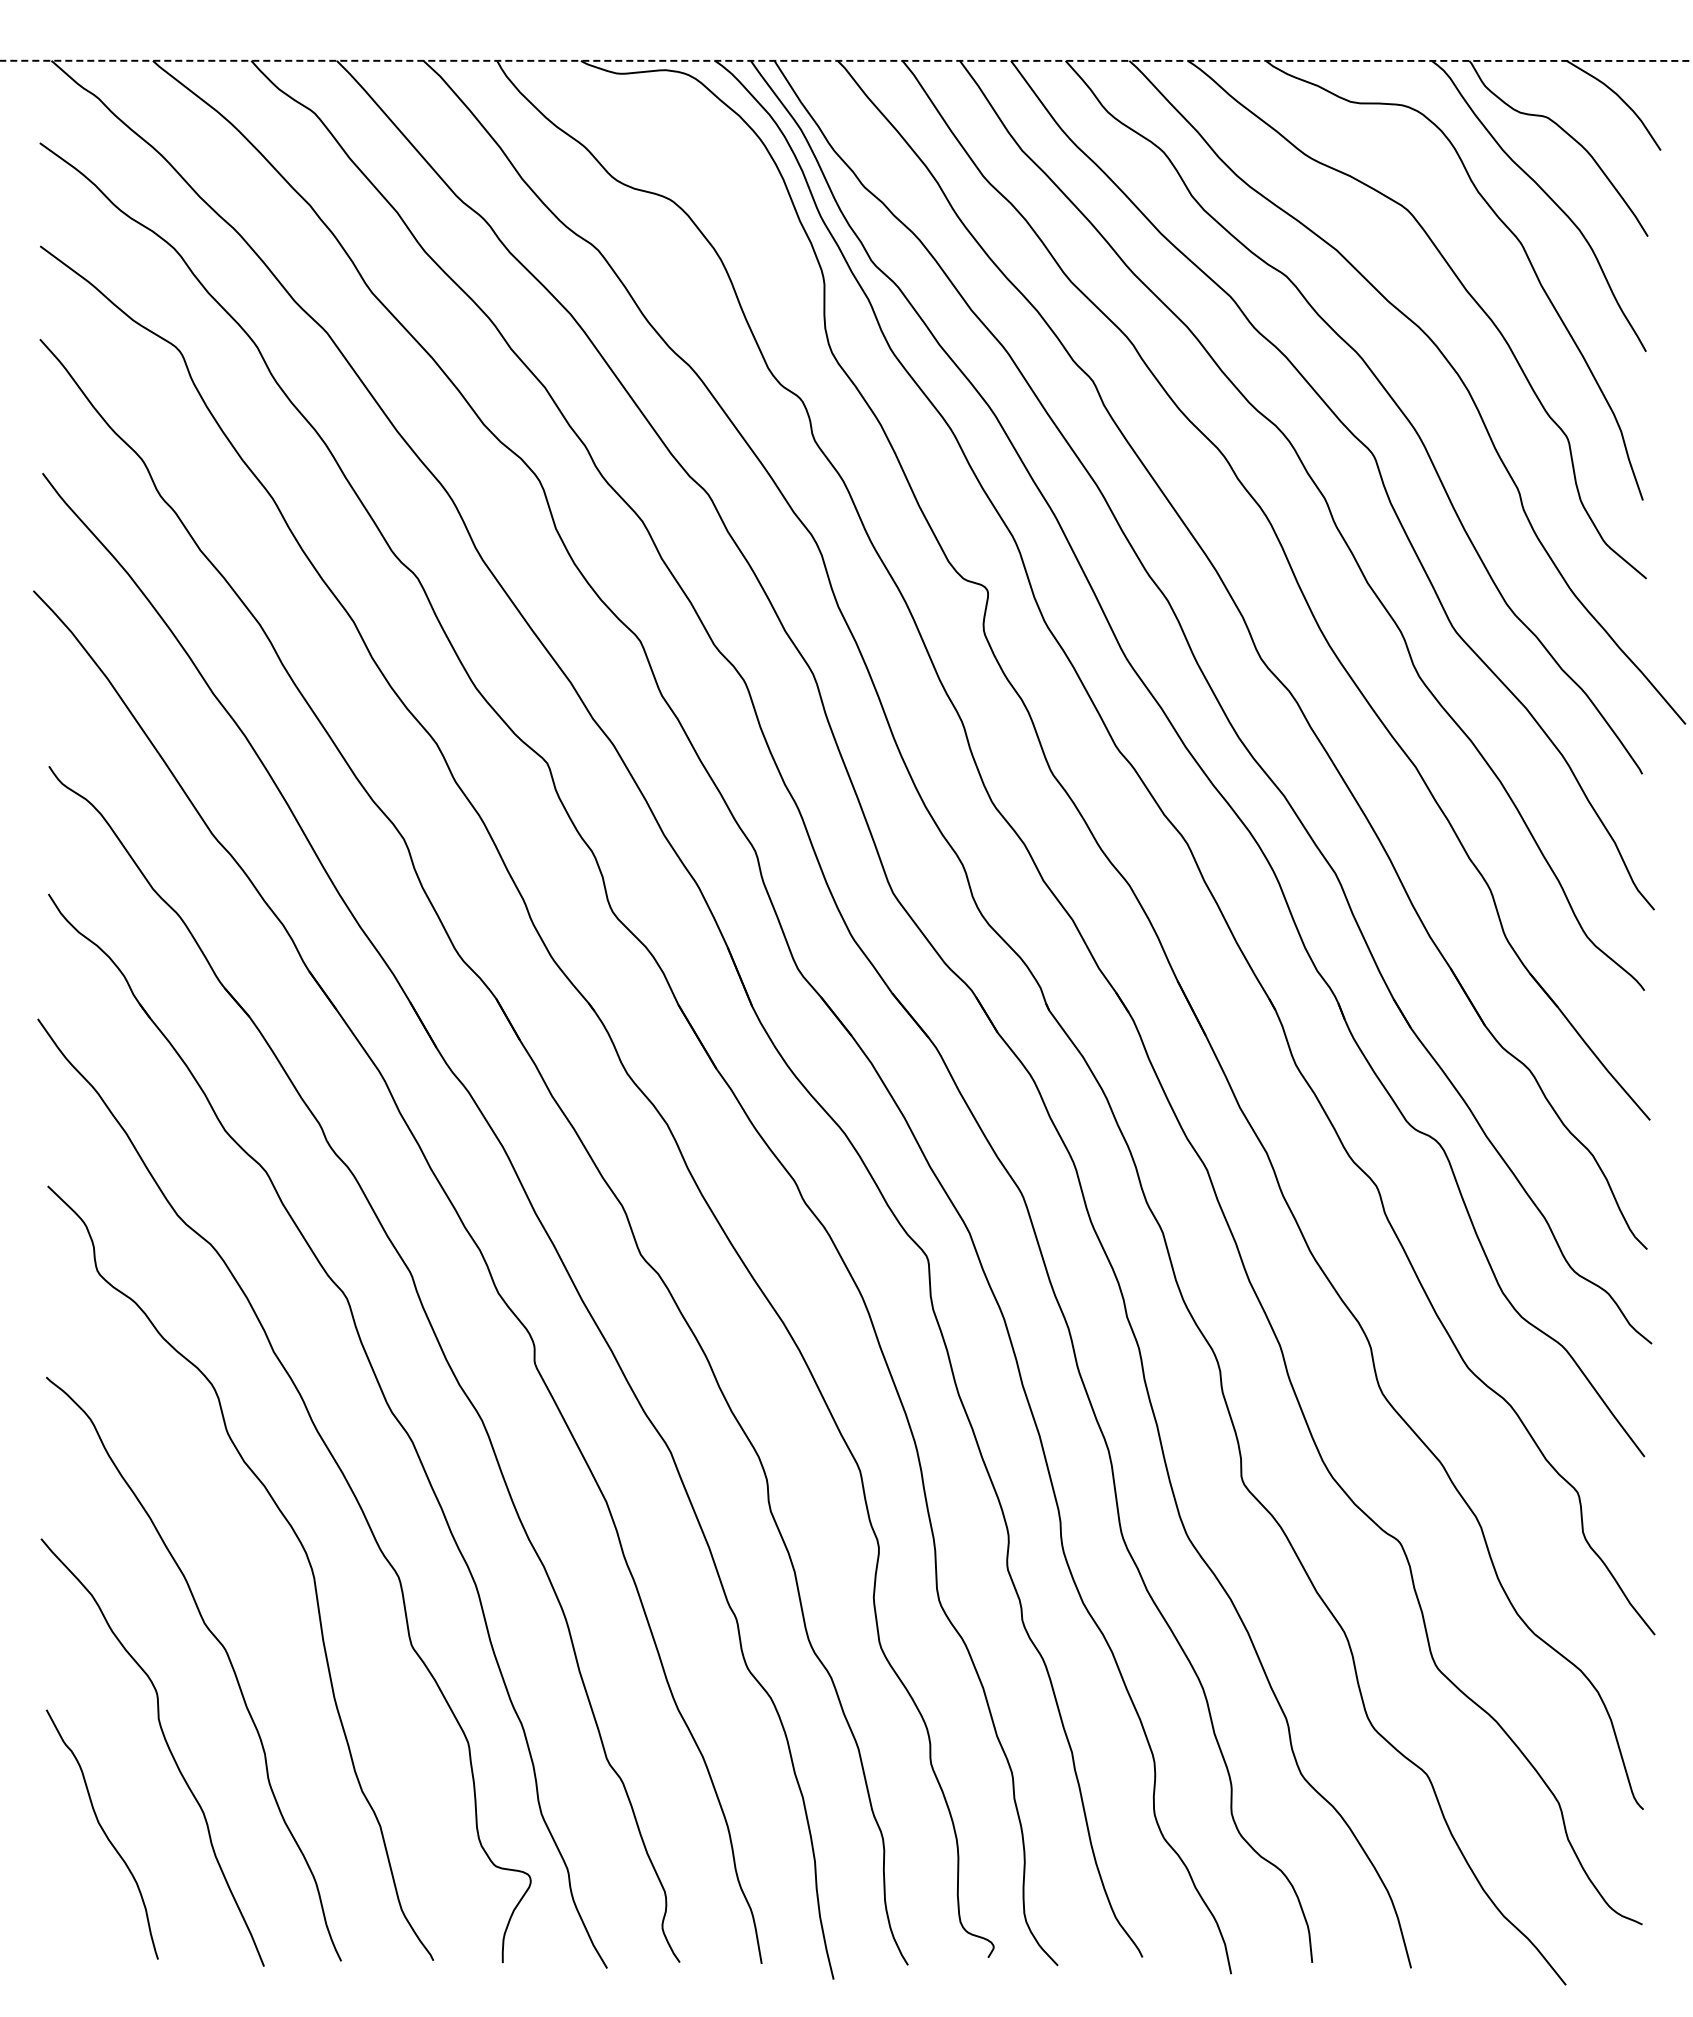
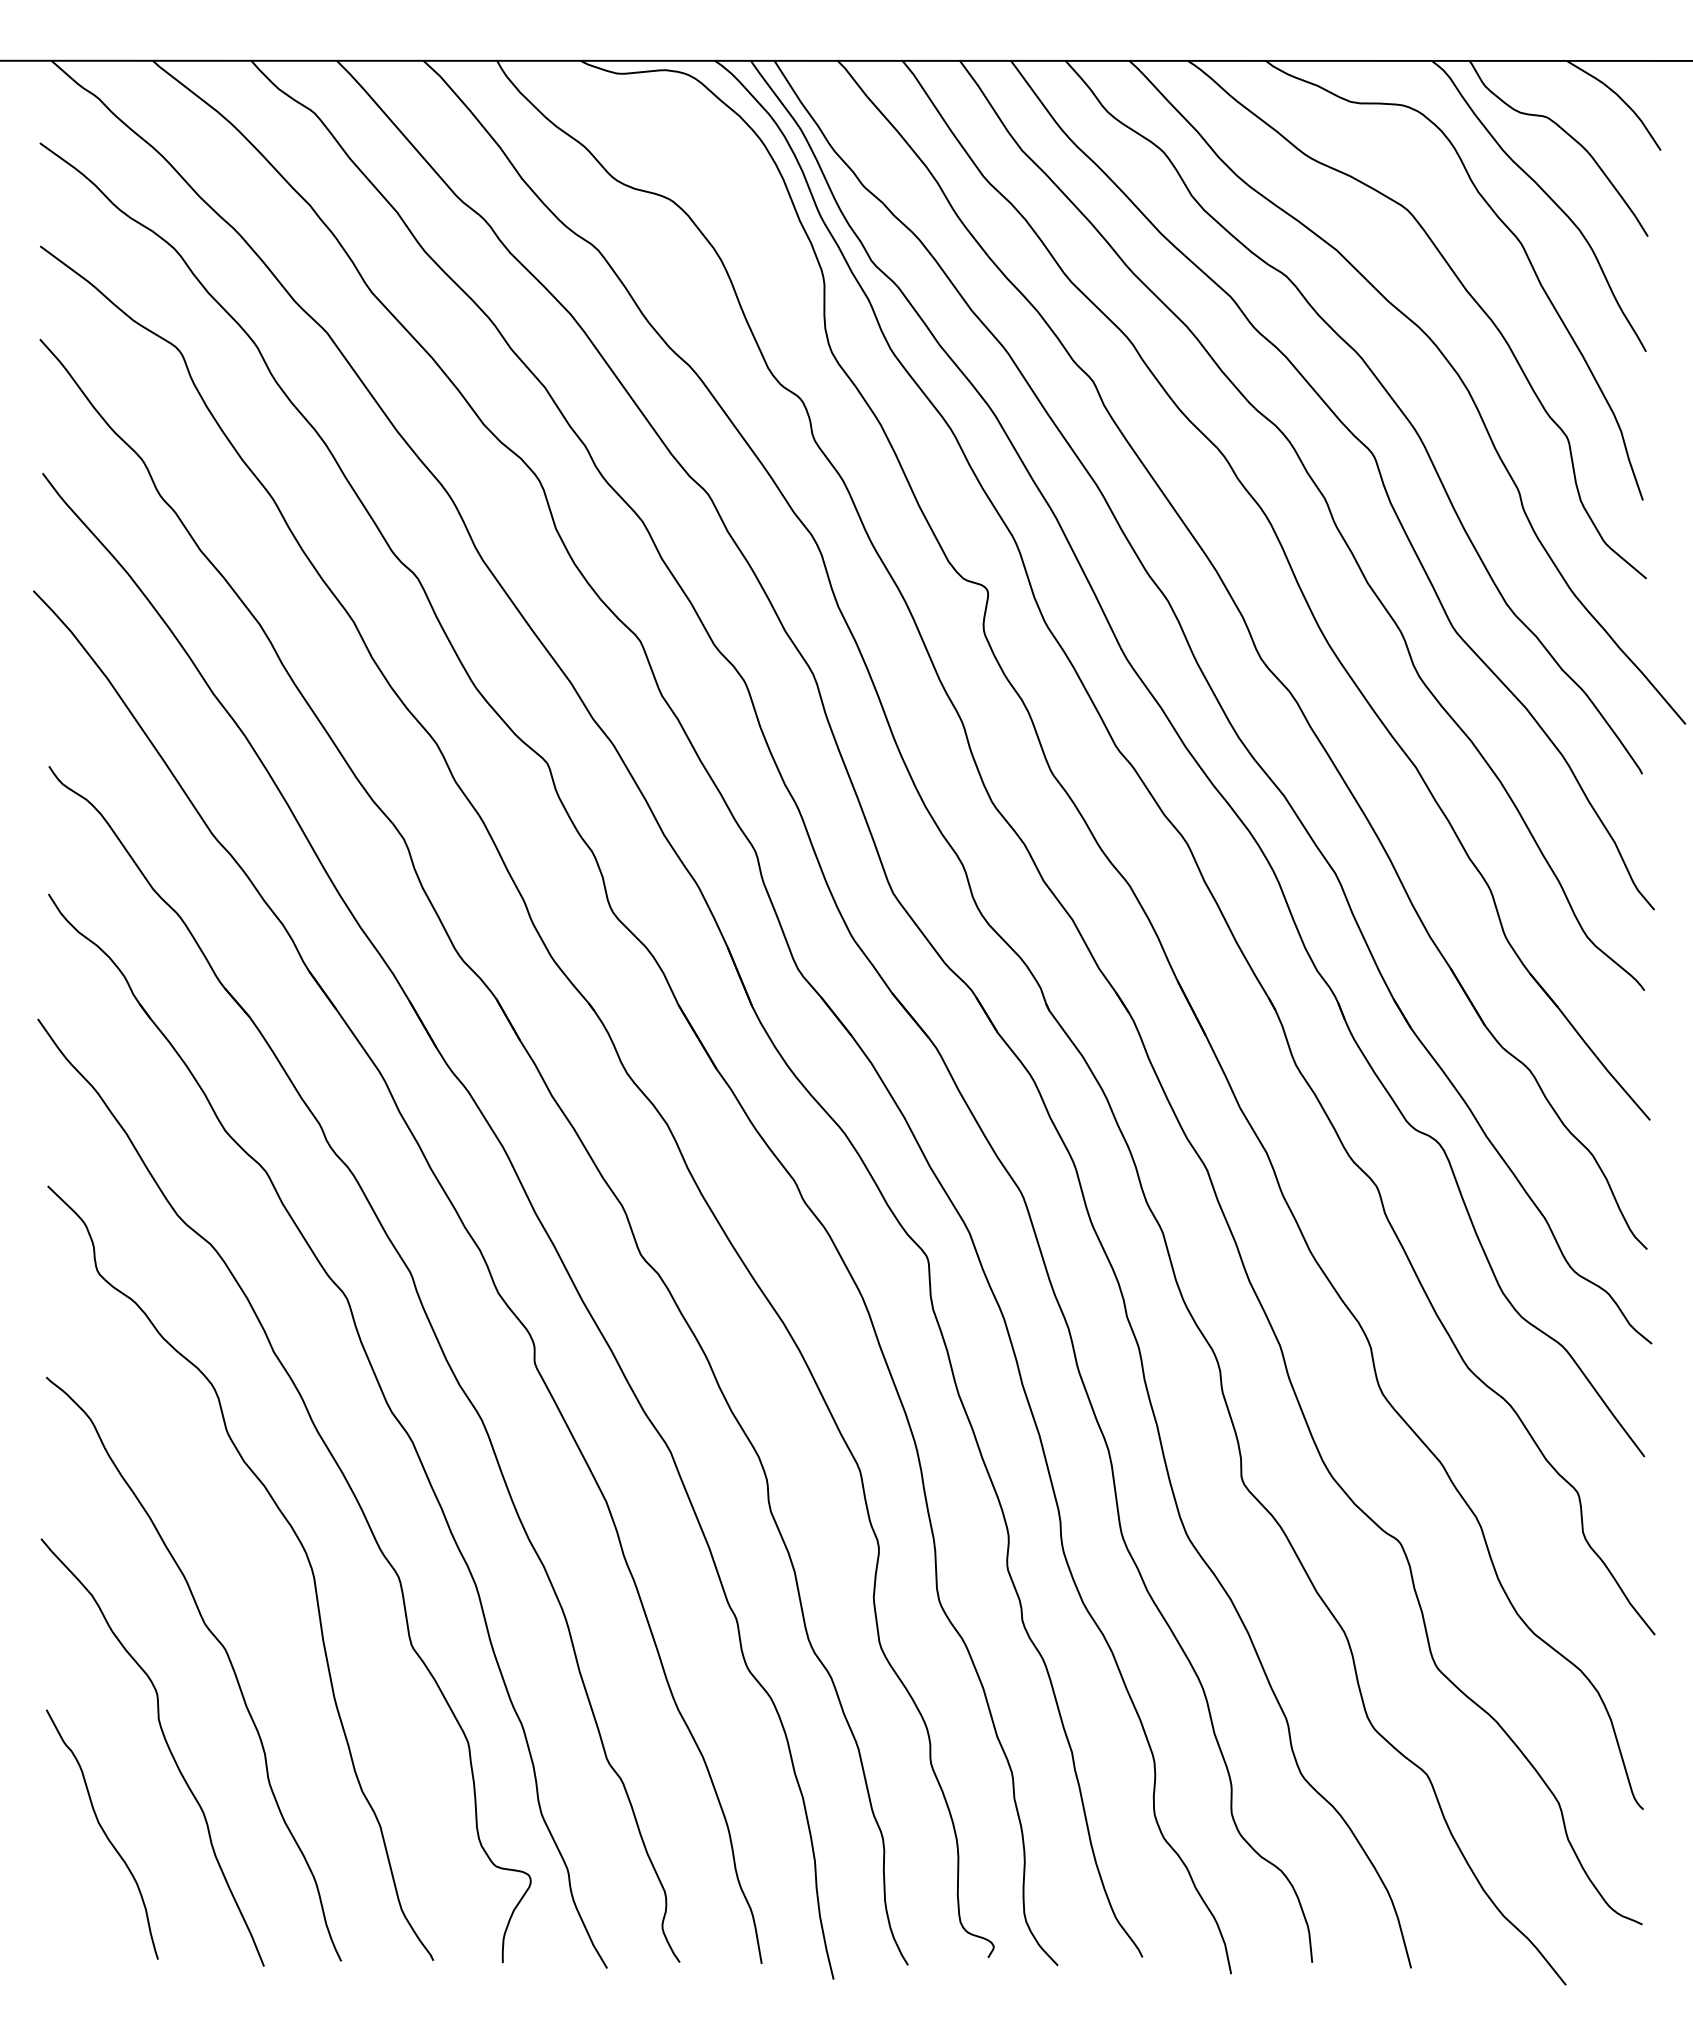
line at (846, 60): dashed -> solid
